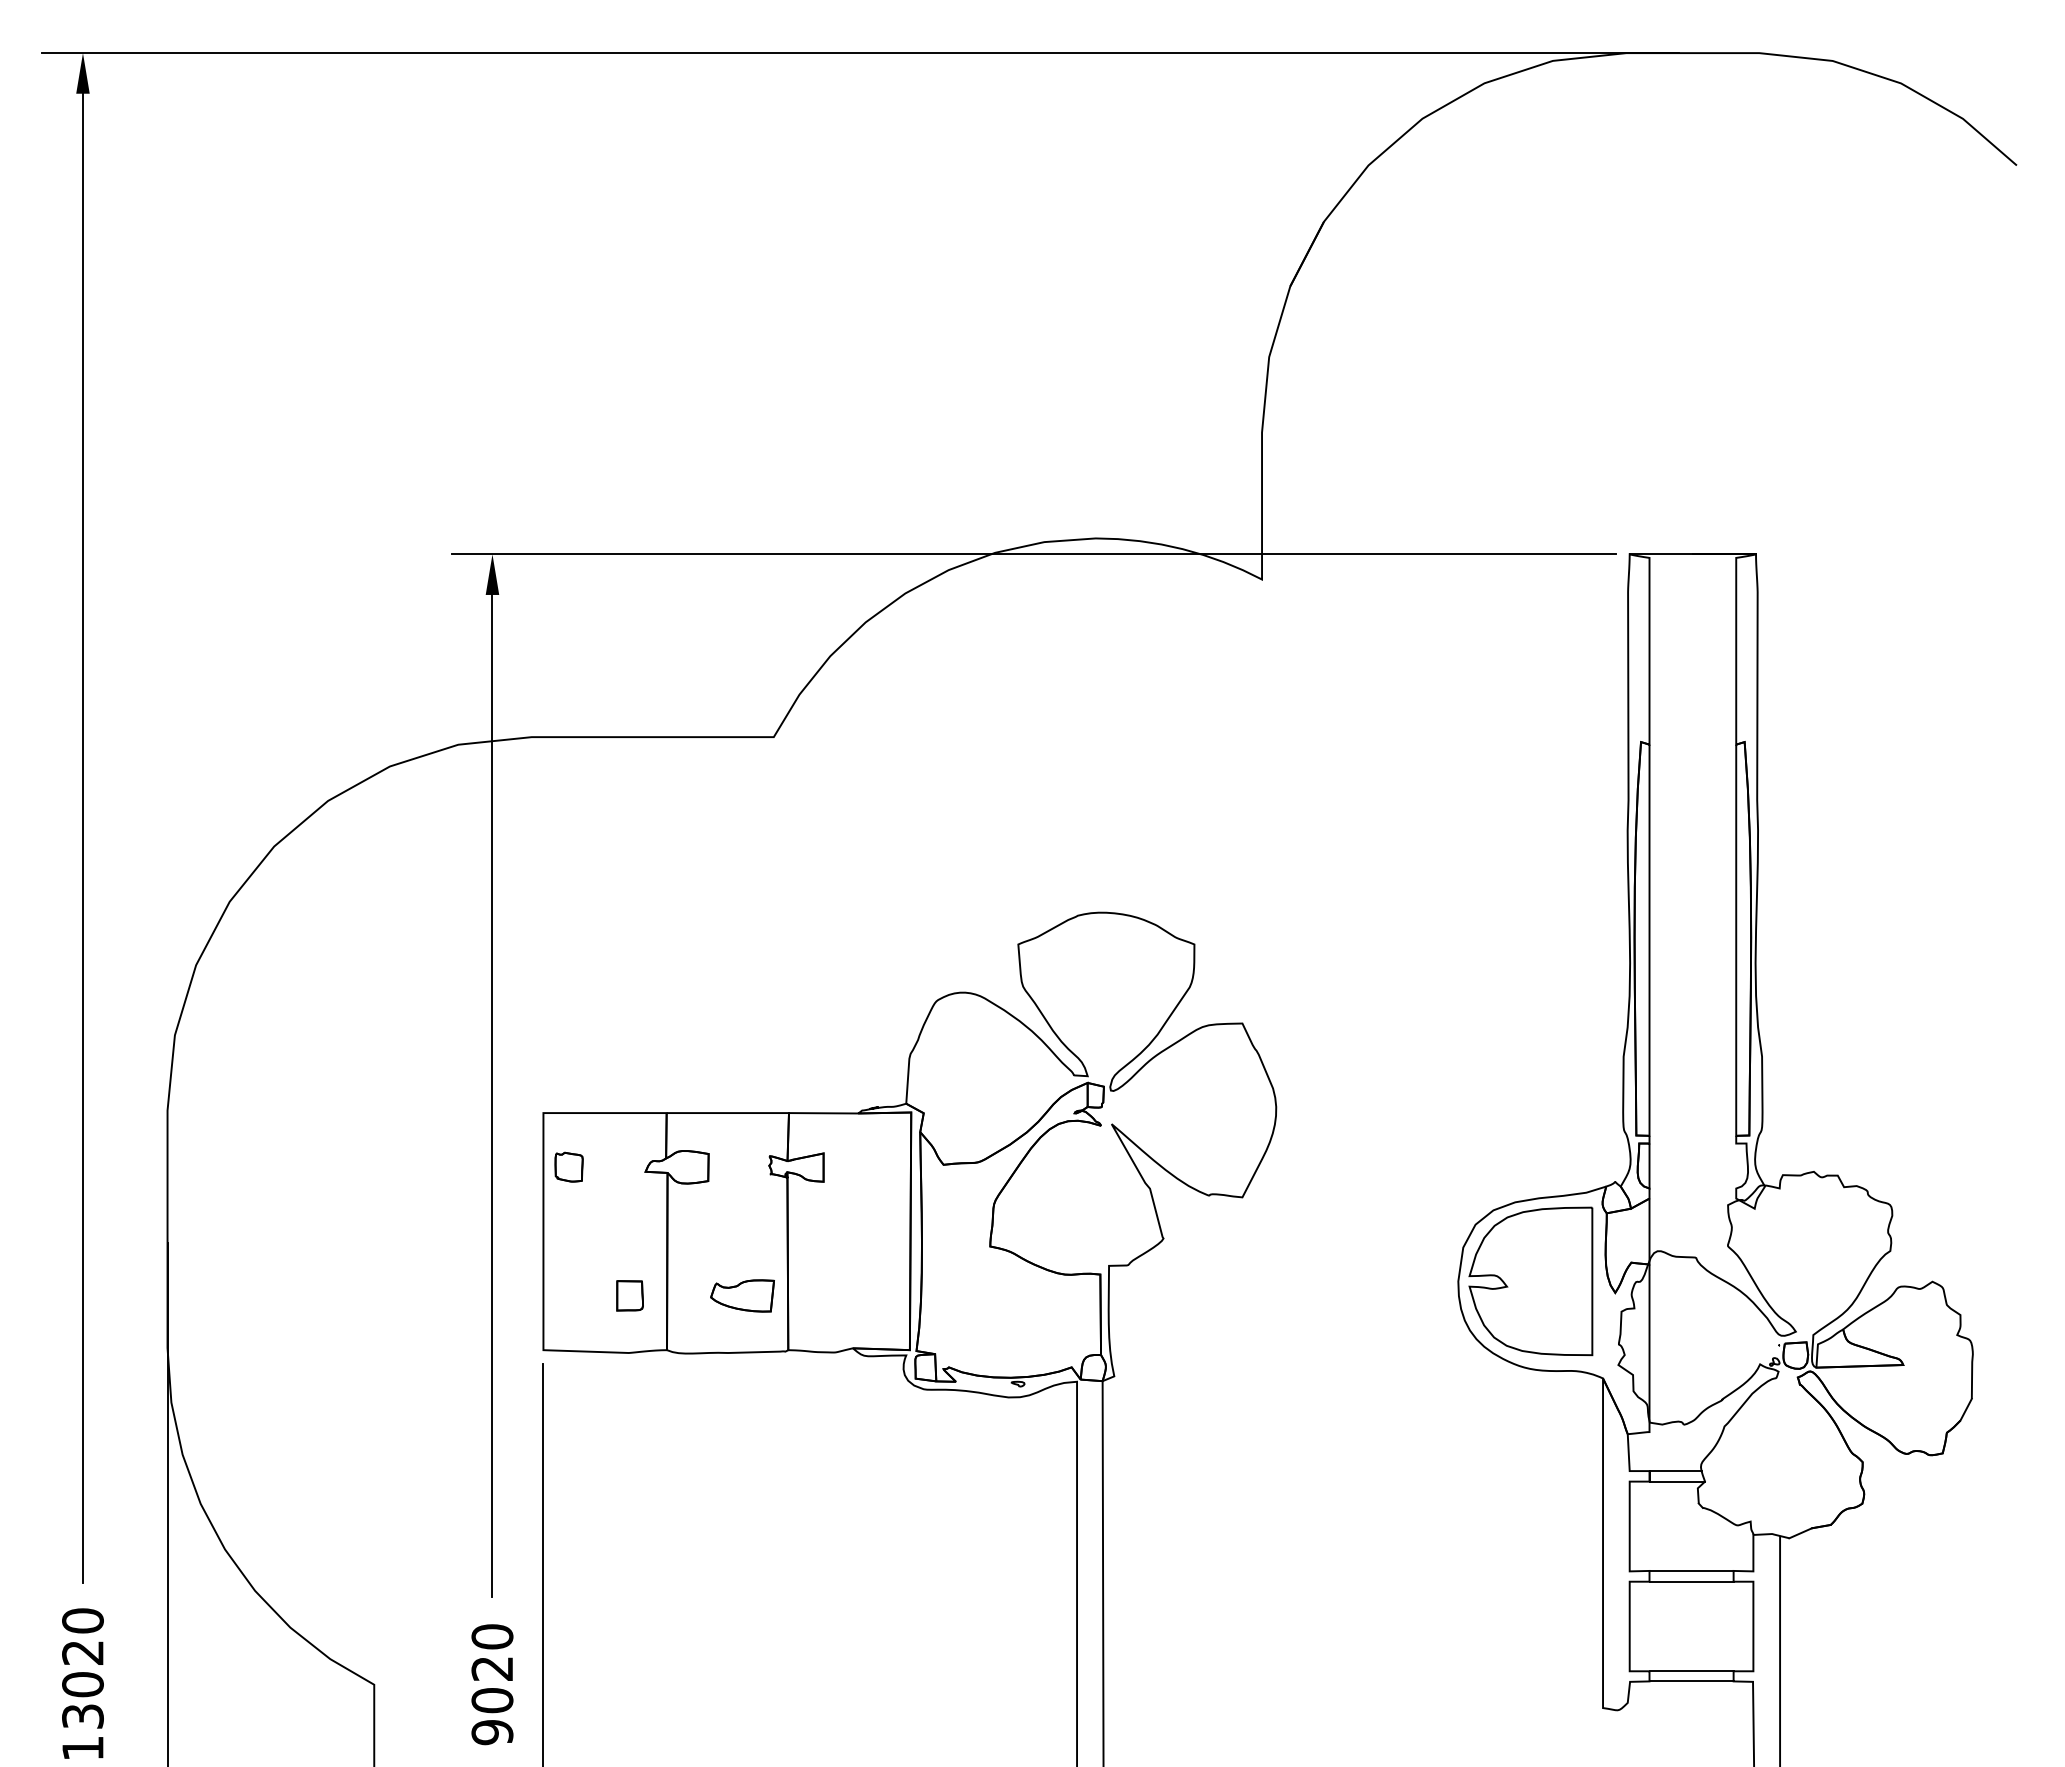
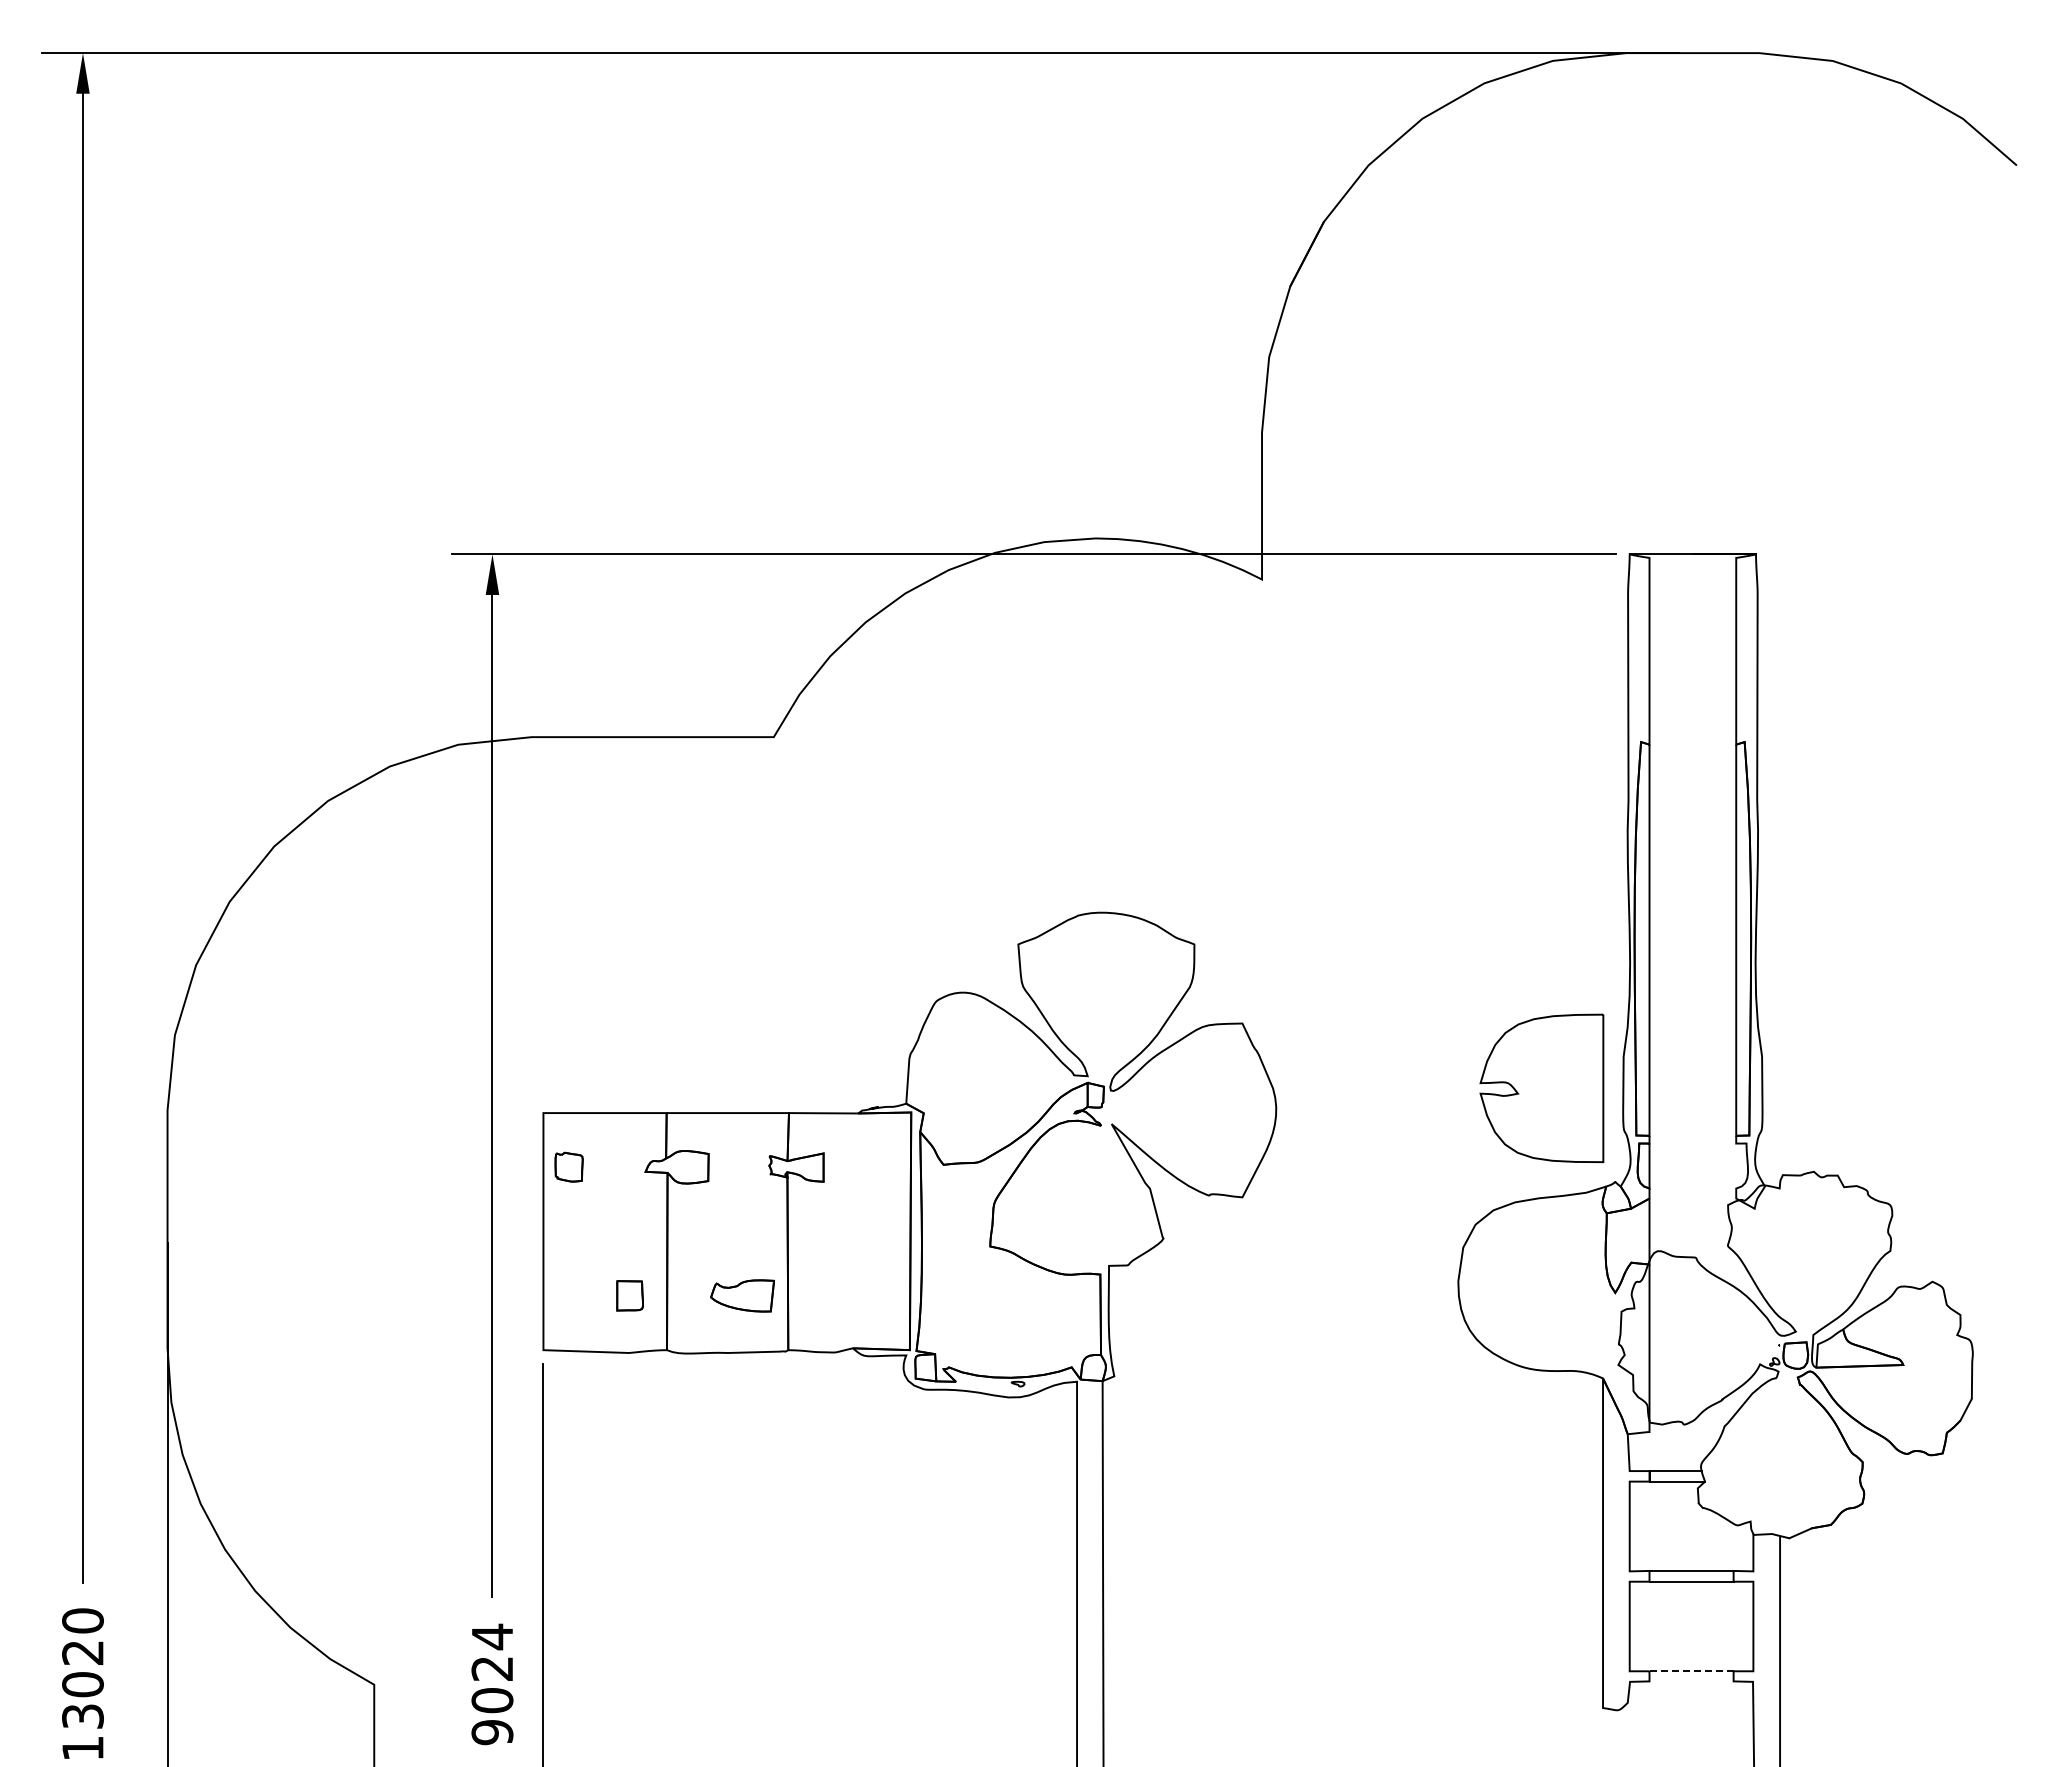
part at (1530, 1281) position: (1530, 1281) -> (1541, 1088)
text at (492, 1636): 9020 -> 9024
line at (1691, 1670): solid -> dashed
line at (1691, 1681): present -> none
